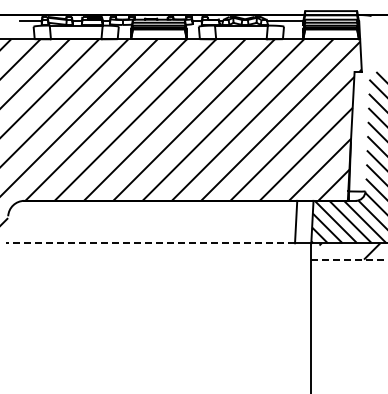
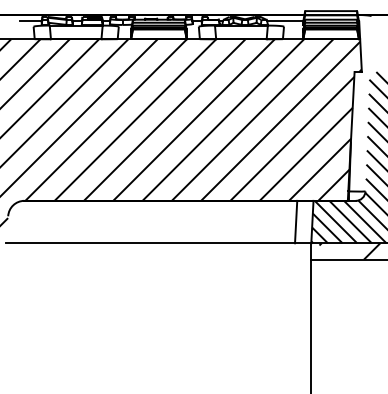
line at (150, 243): dashed -> solid
line at (349, 259): dashed -> solid
